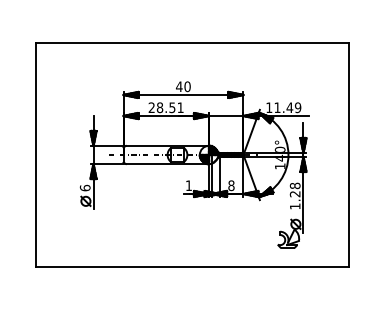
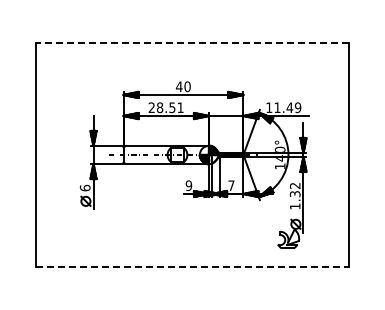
line at (192, 42): solid -> dashed
text at (188, 185): 1 -> 9
text at (231, 185): 8 -> 7
text at (295, 189): 1.28 -> 1.32
line at (192, 267): solid -> dashed
